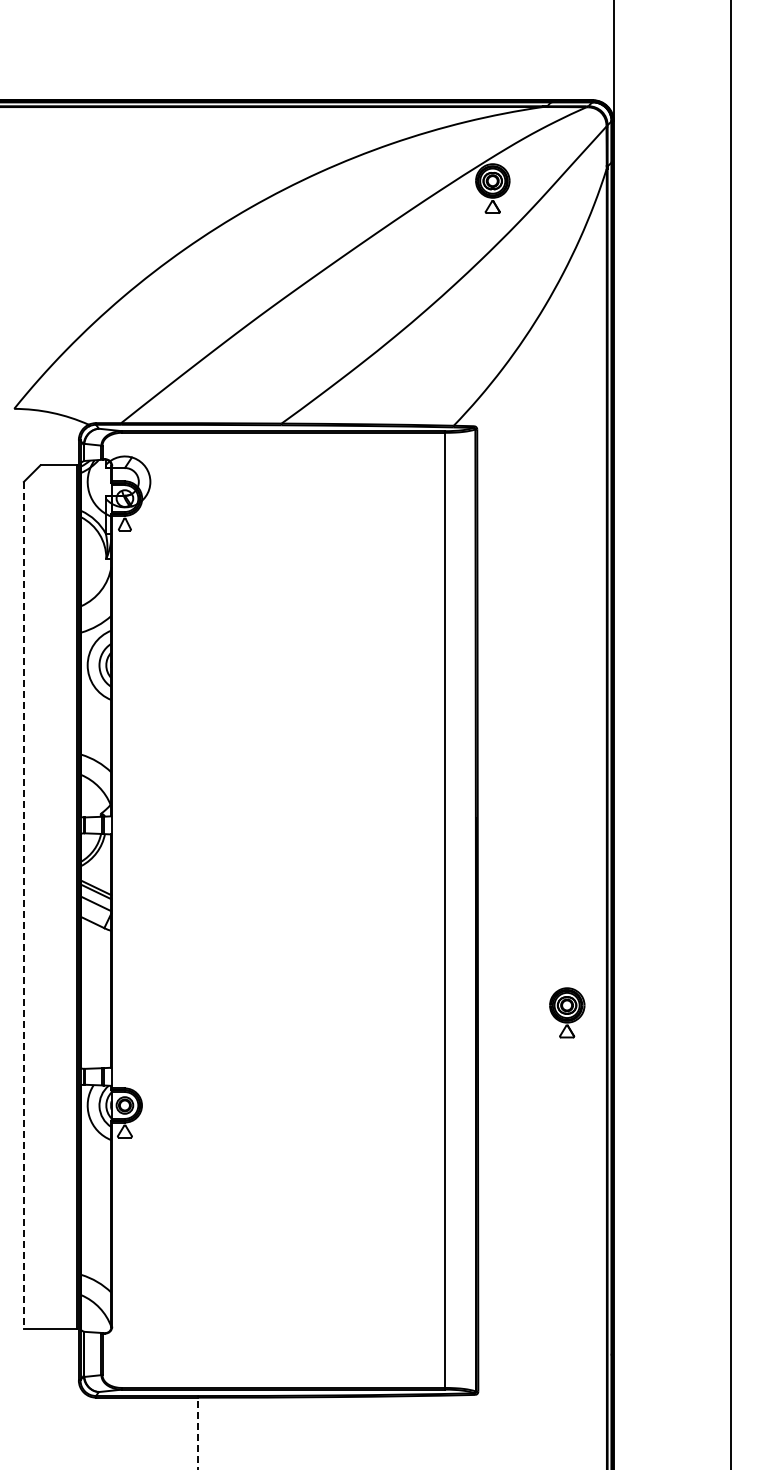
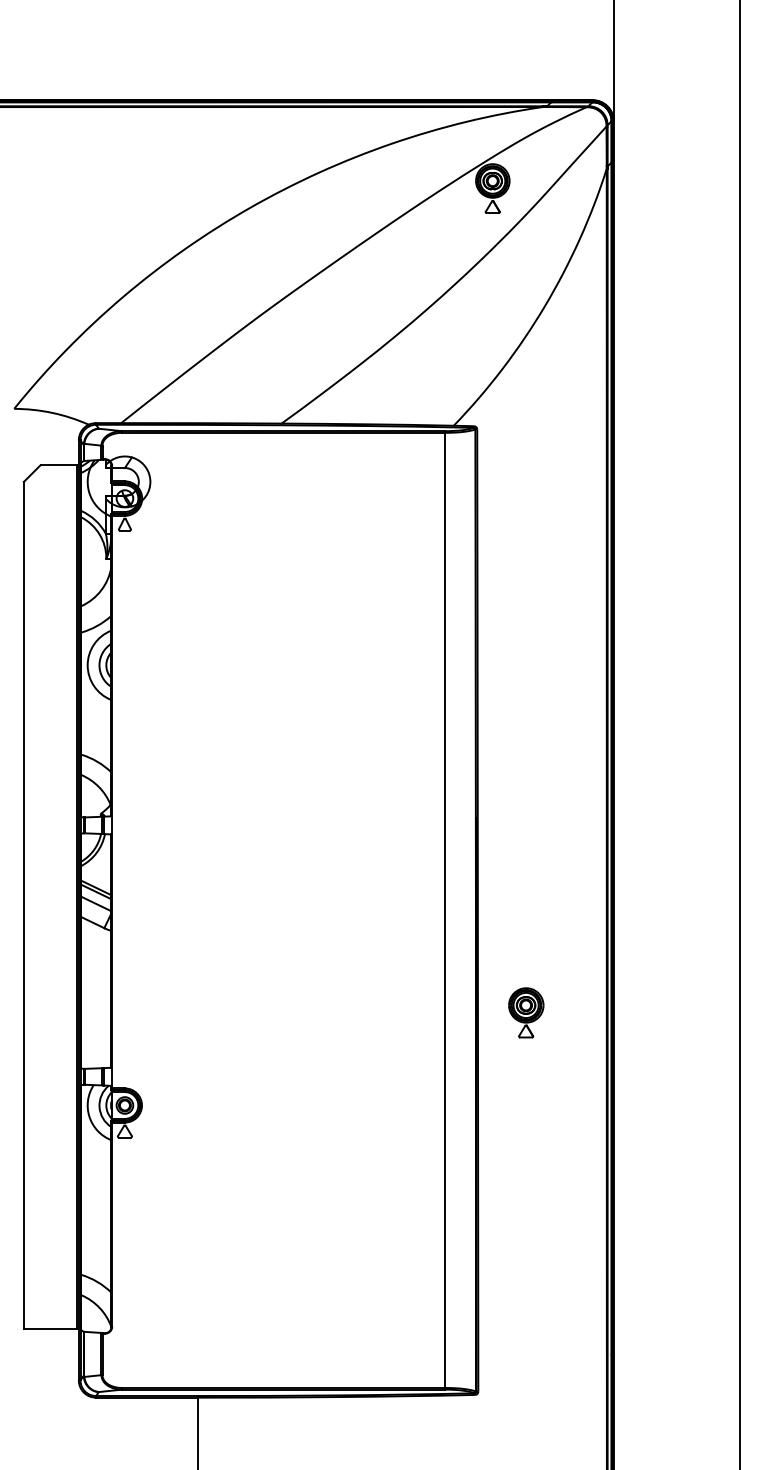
line at (731, 734) position: (731, 734) -> (740, 734)
line at (23, 905): dashed -> solid
part at (567, 1012) position: (567, 1012) -> (526, 1012)
line at (197, 1432): dashed -> solid
